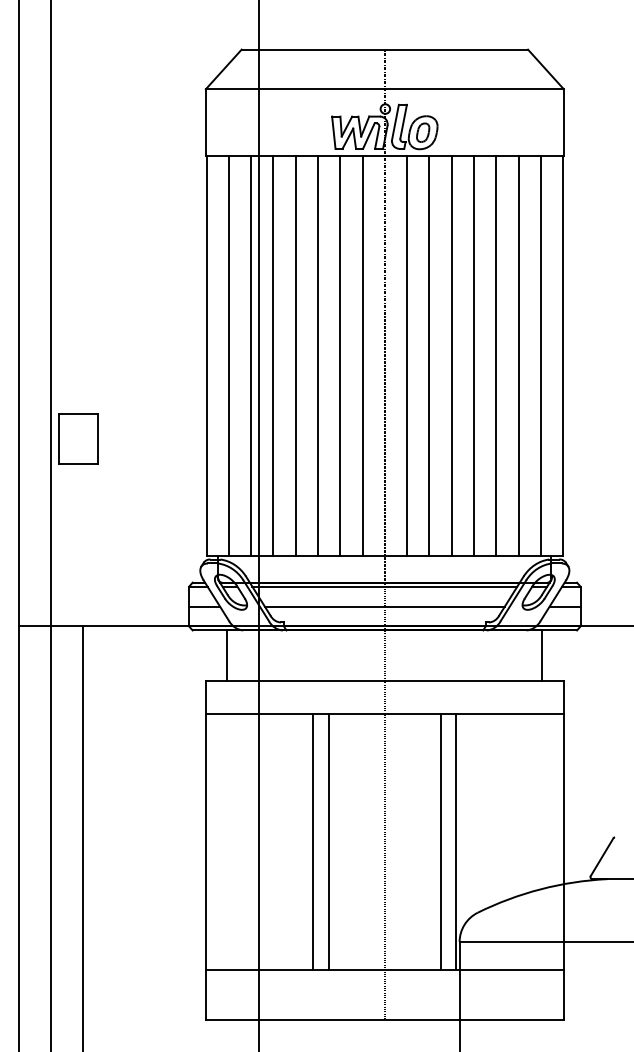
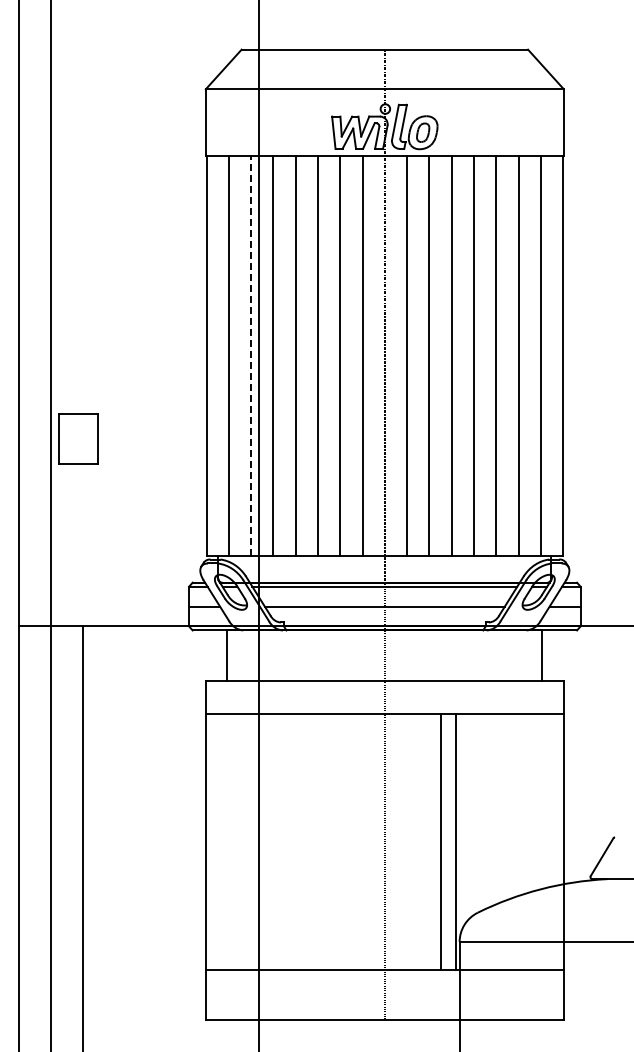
line at (251, 356): solid -> dashed
line at (313, 841): present -> none
line at (329, 841): present -> none
